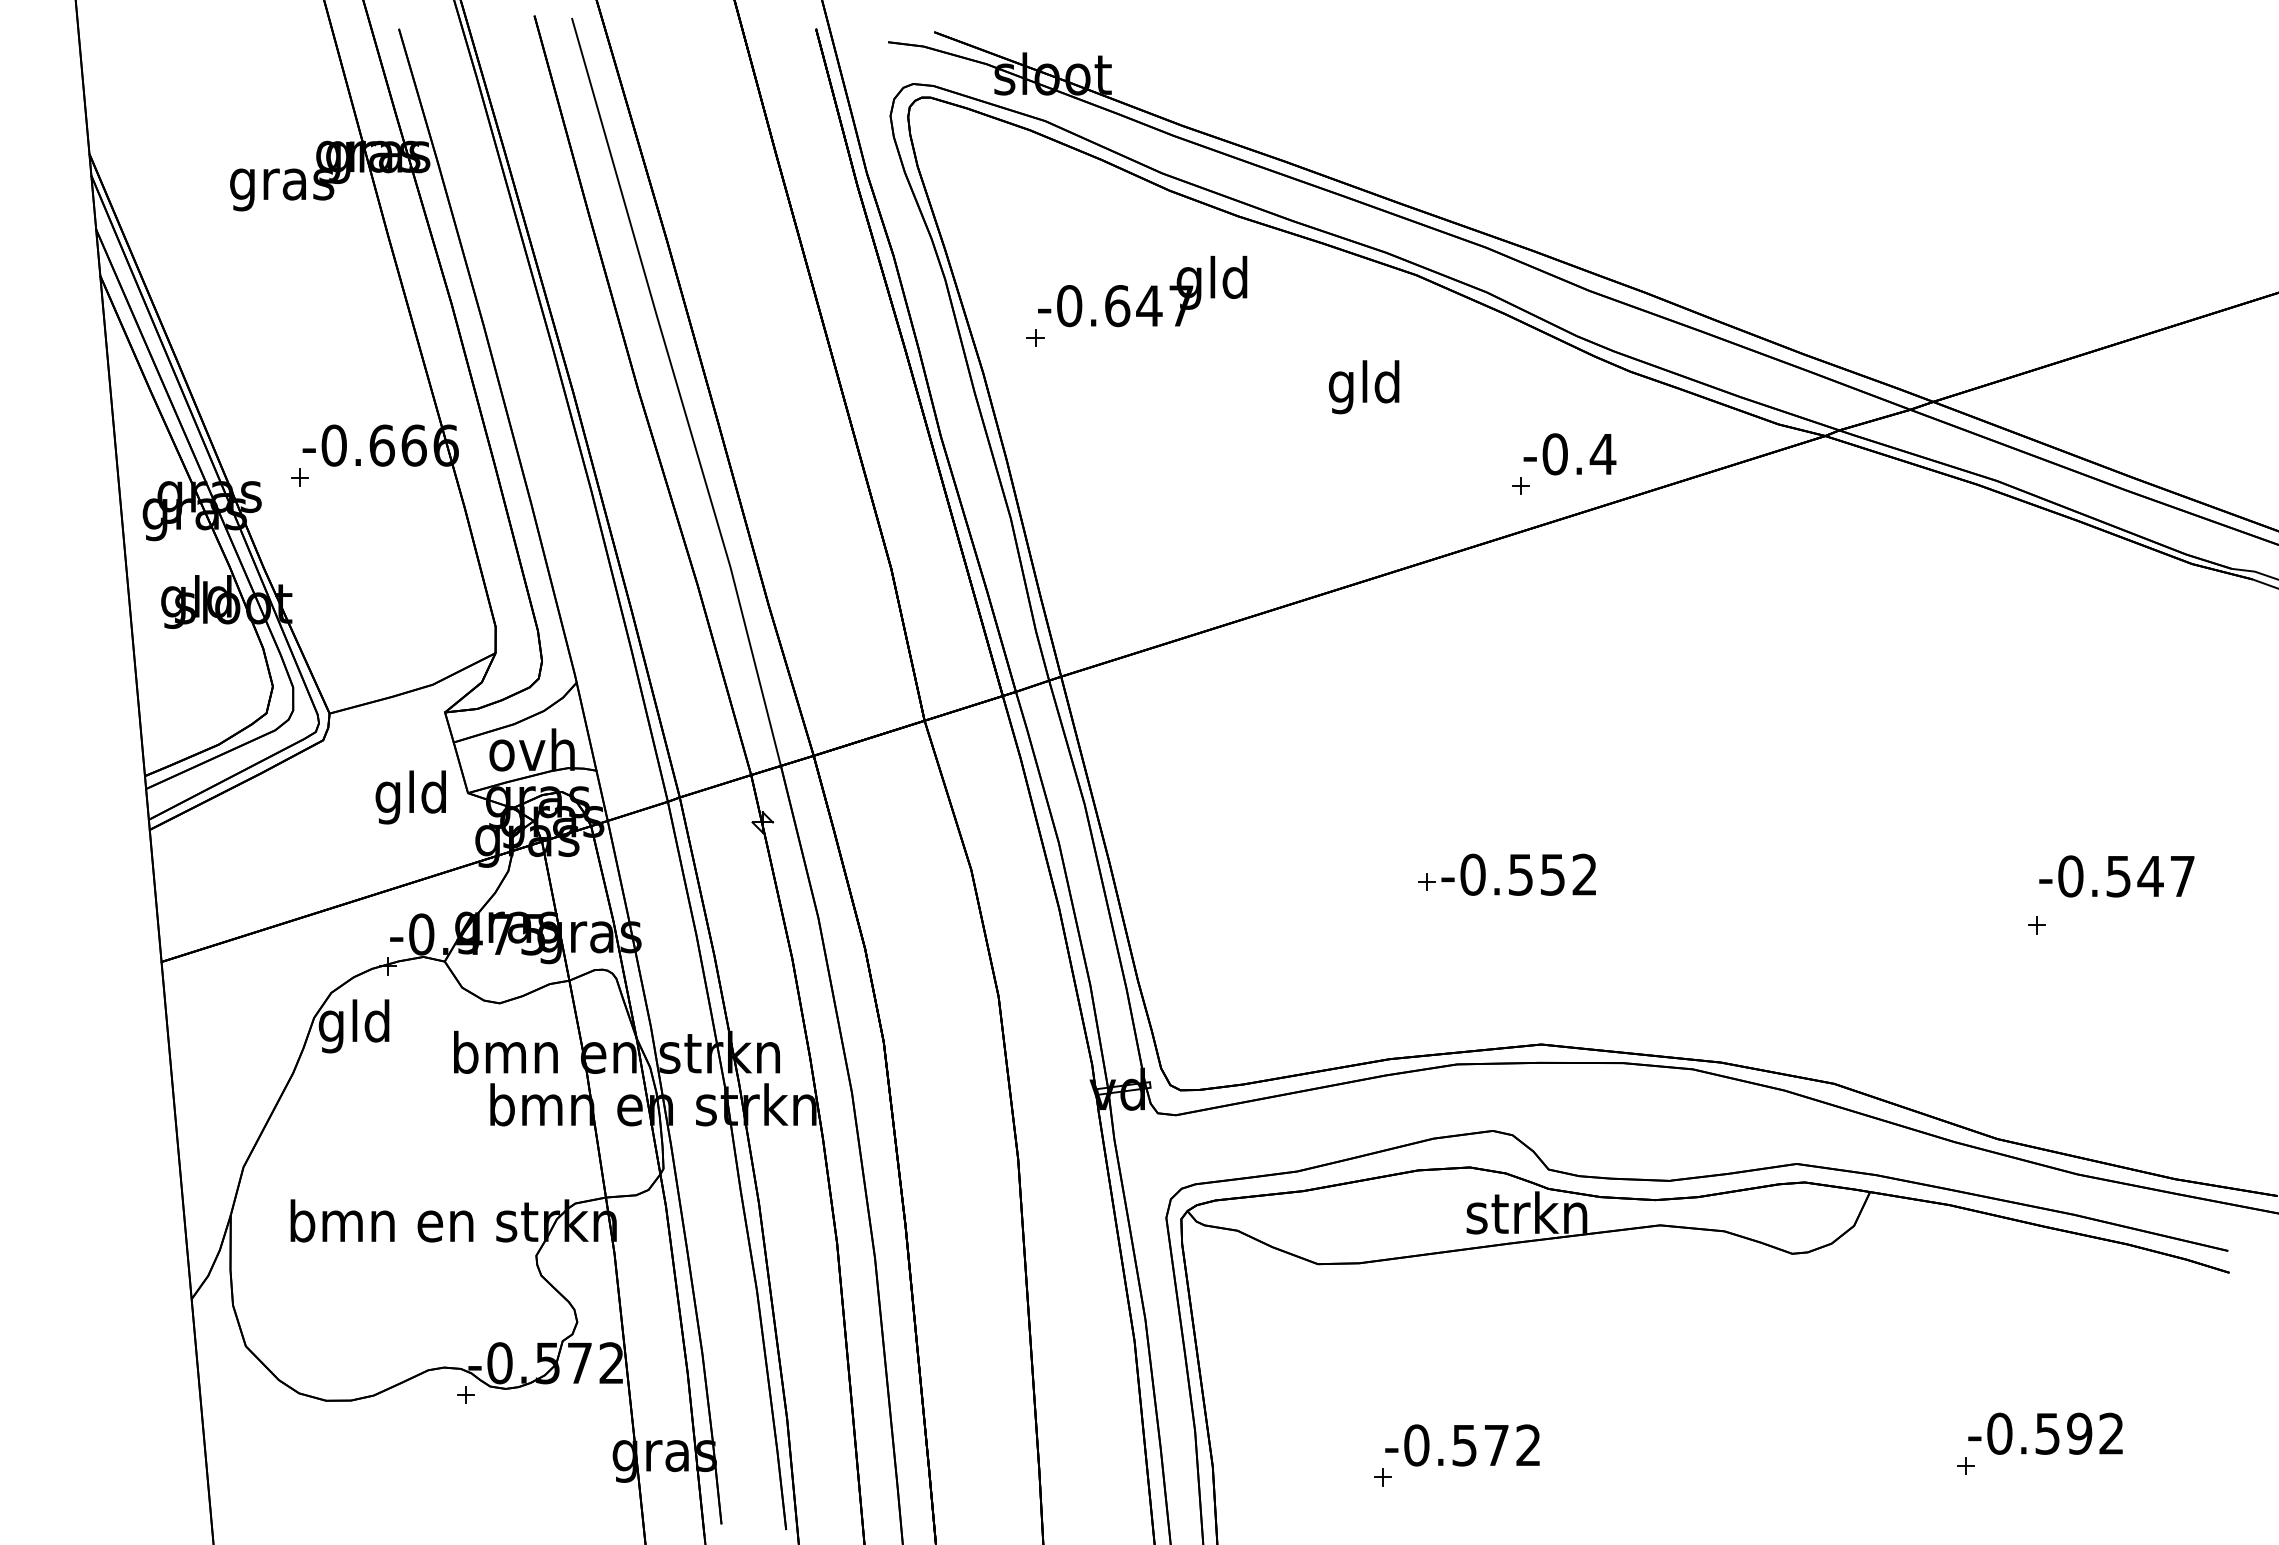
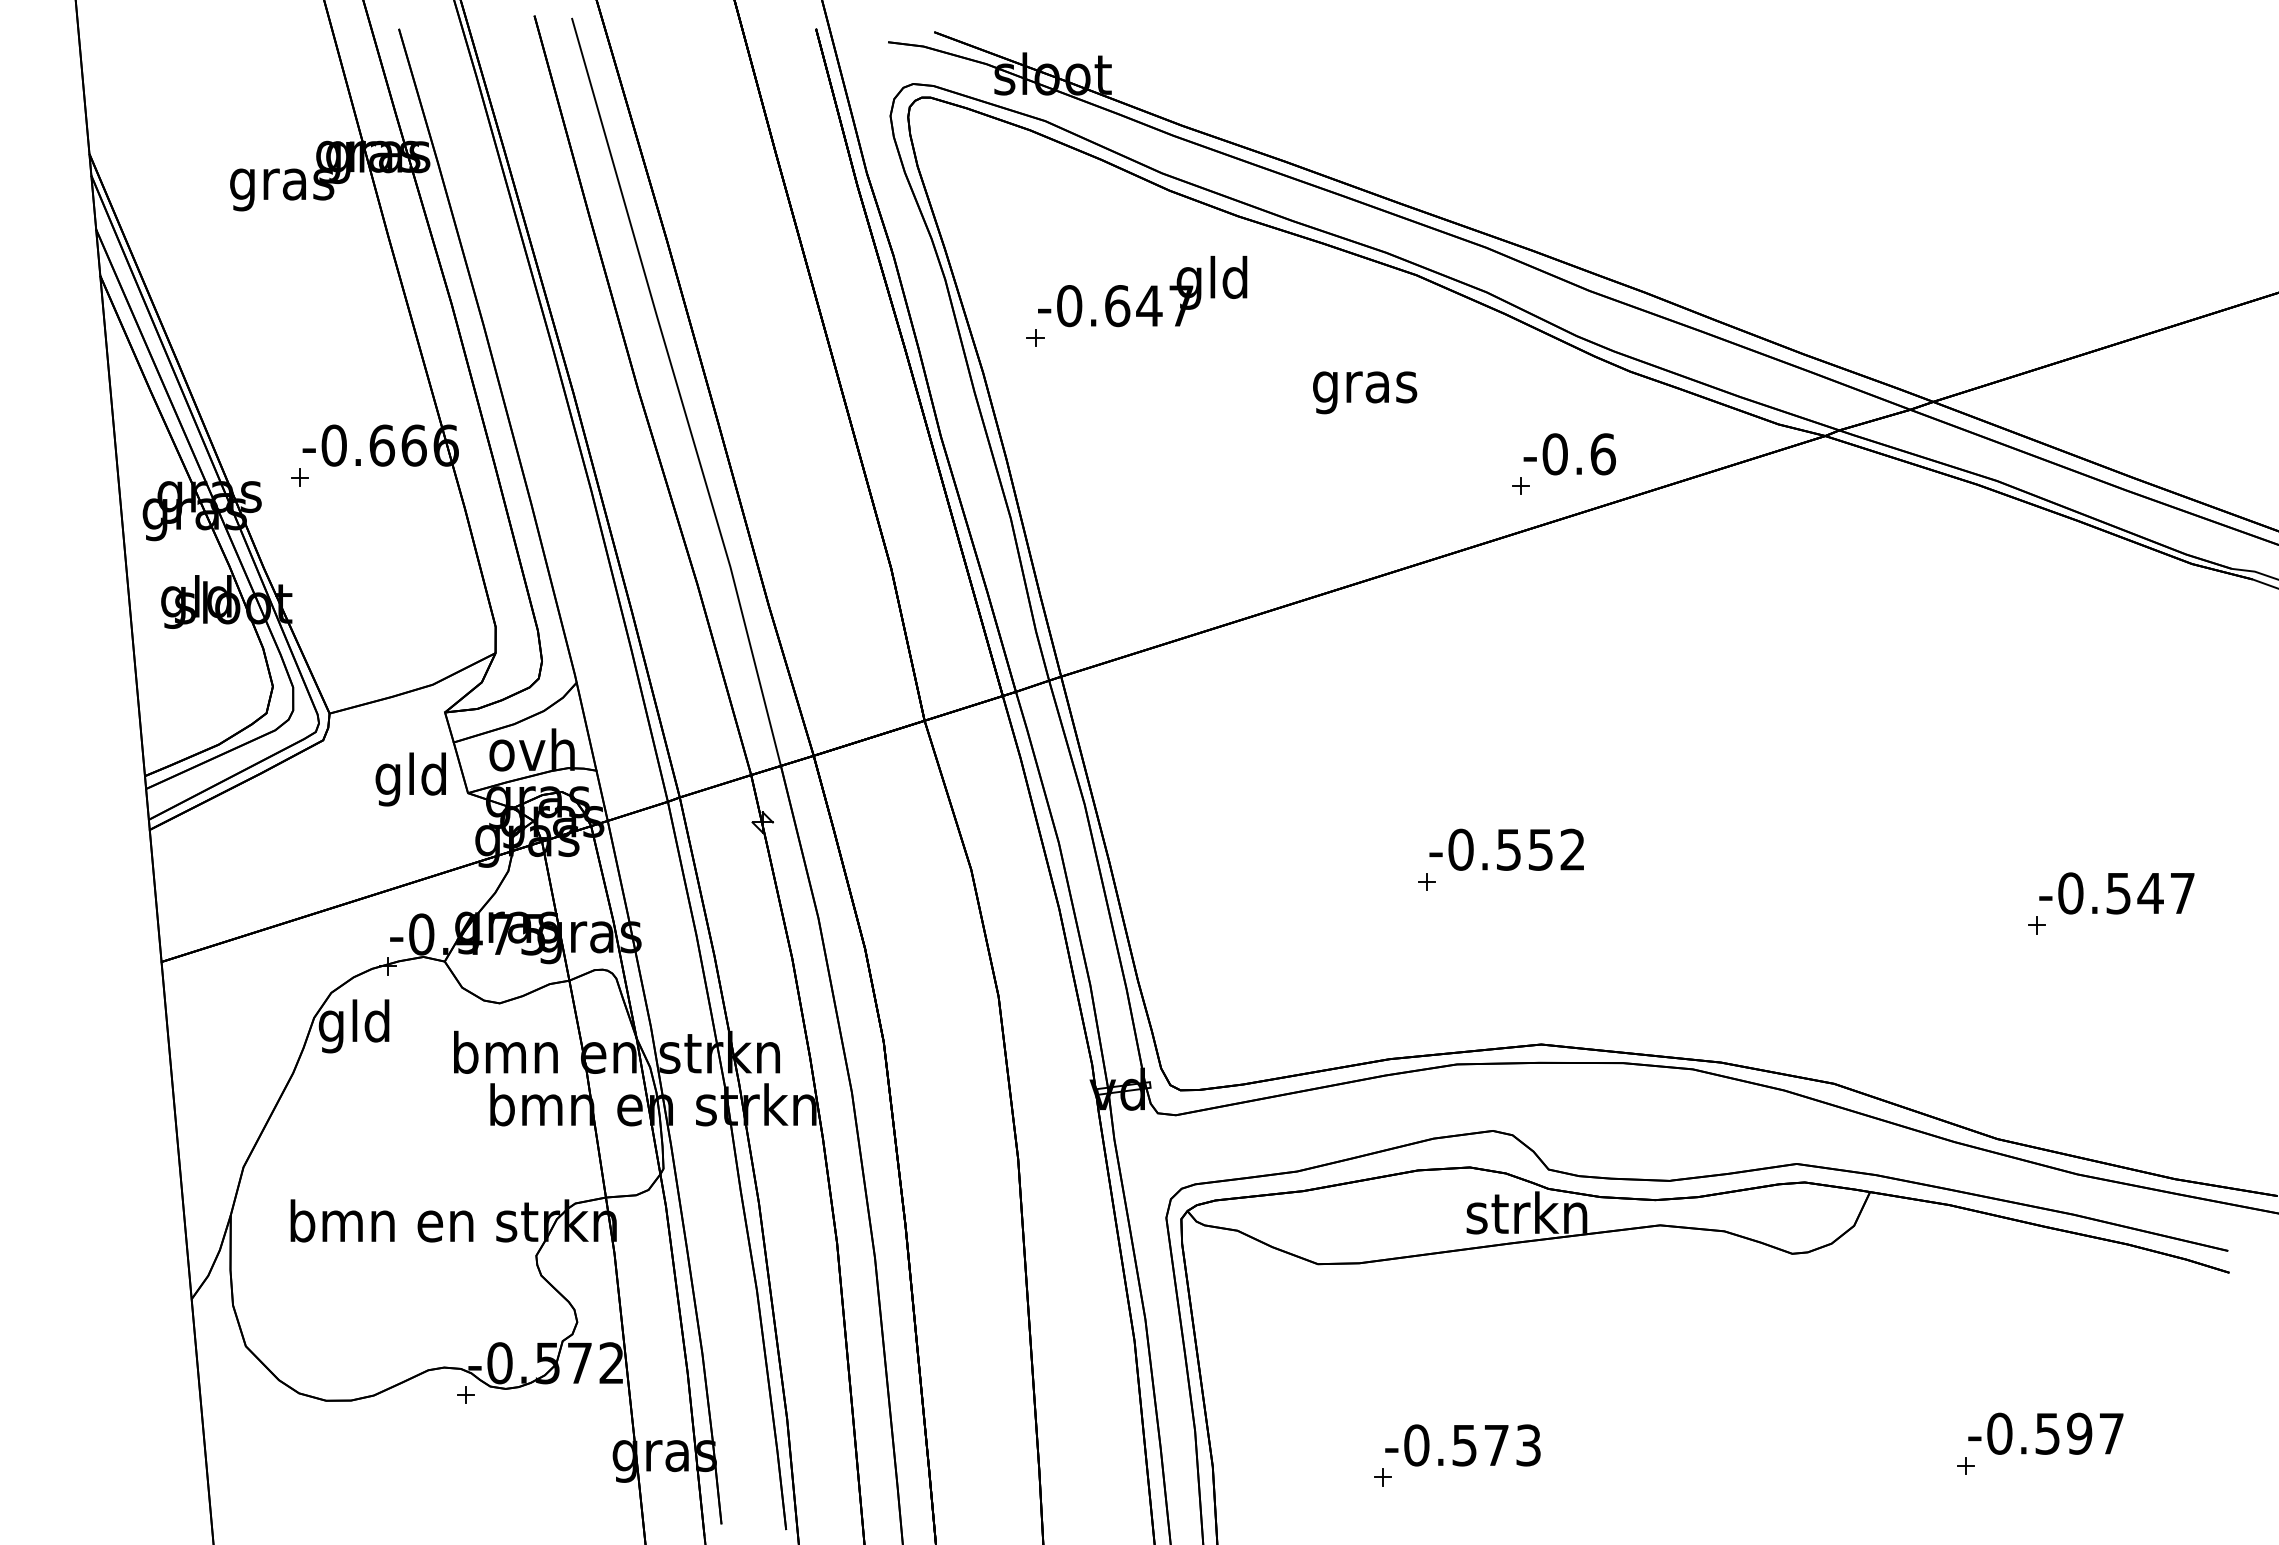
text at (1365, 387): gld -> gras
text at (1602, 454): -0.4 -> -0.6
text at (410, 797) position: (410, 797) -> (410, 779)
text at (1518, 874) position: (1518, 874) -> (1506, 849)
text at (2116, 876) position: (2116, 876) -> (2116, 893)
text at (2111, 1433): -0.592 -> -0.597
text at (1528, 1445): -0.572 -> -0.573
